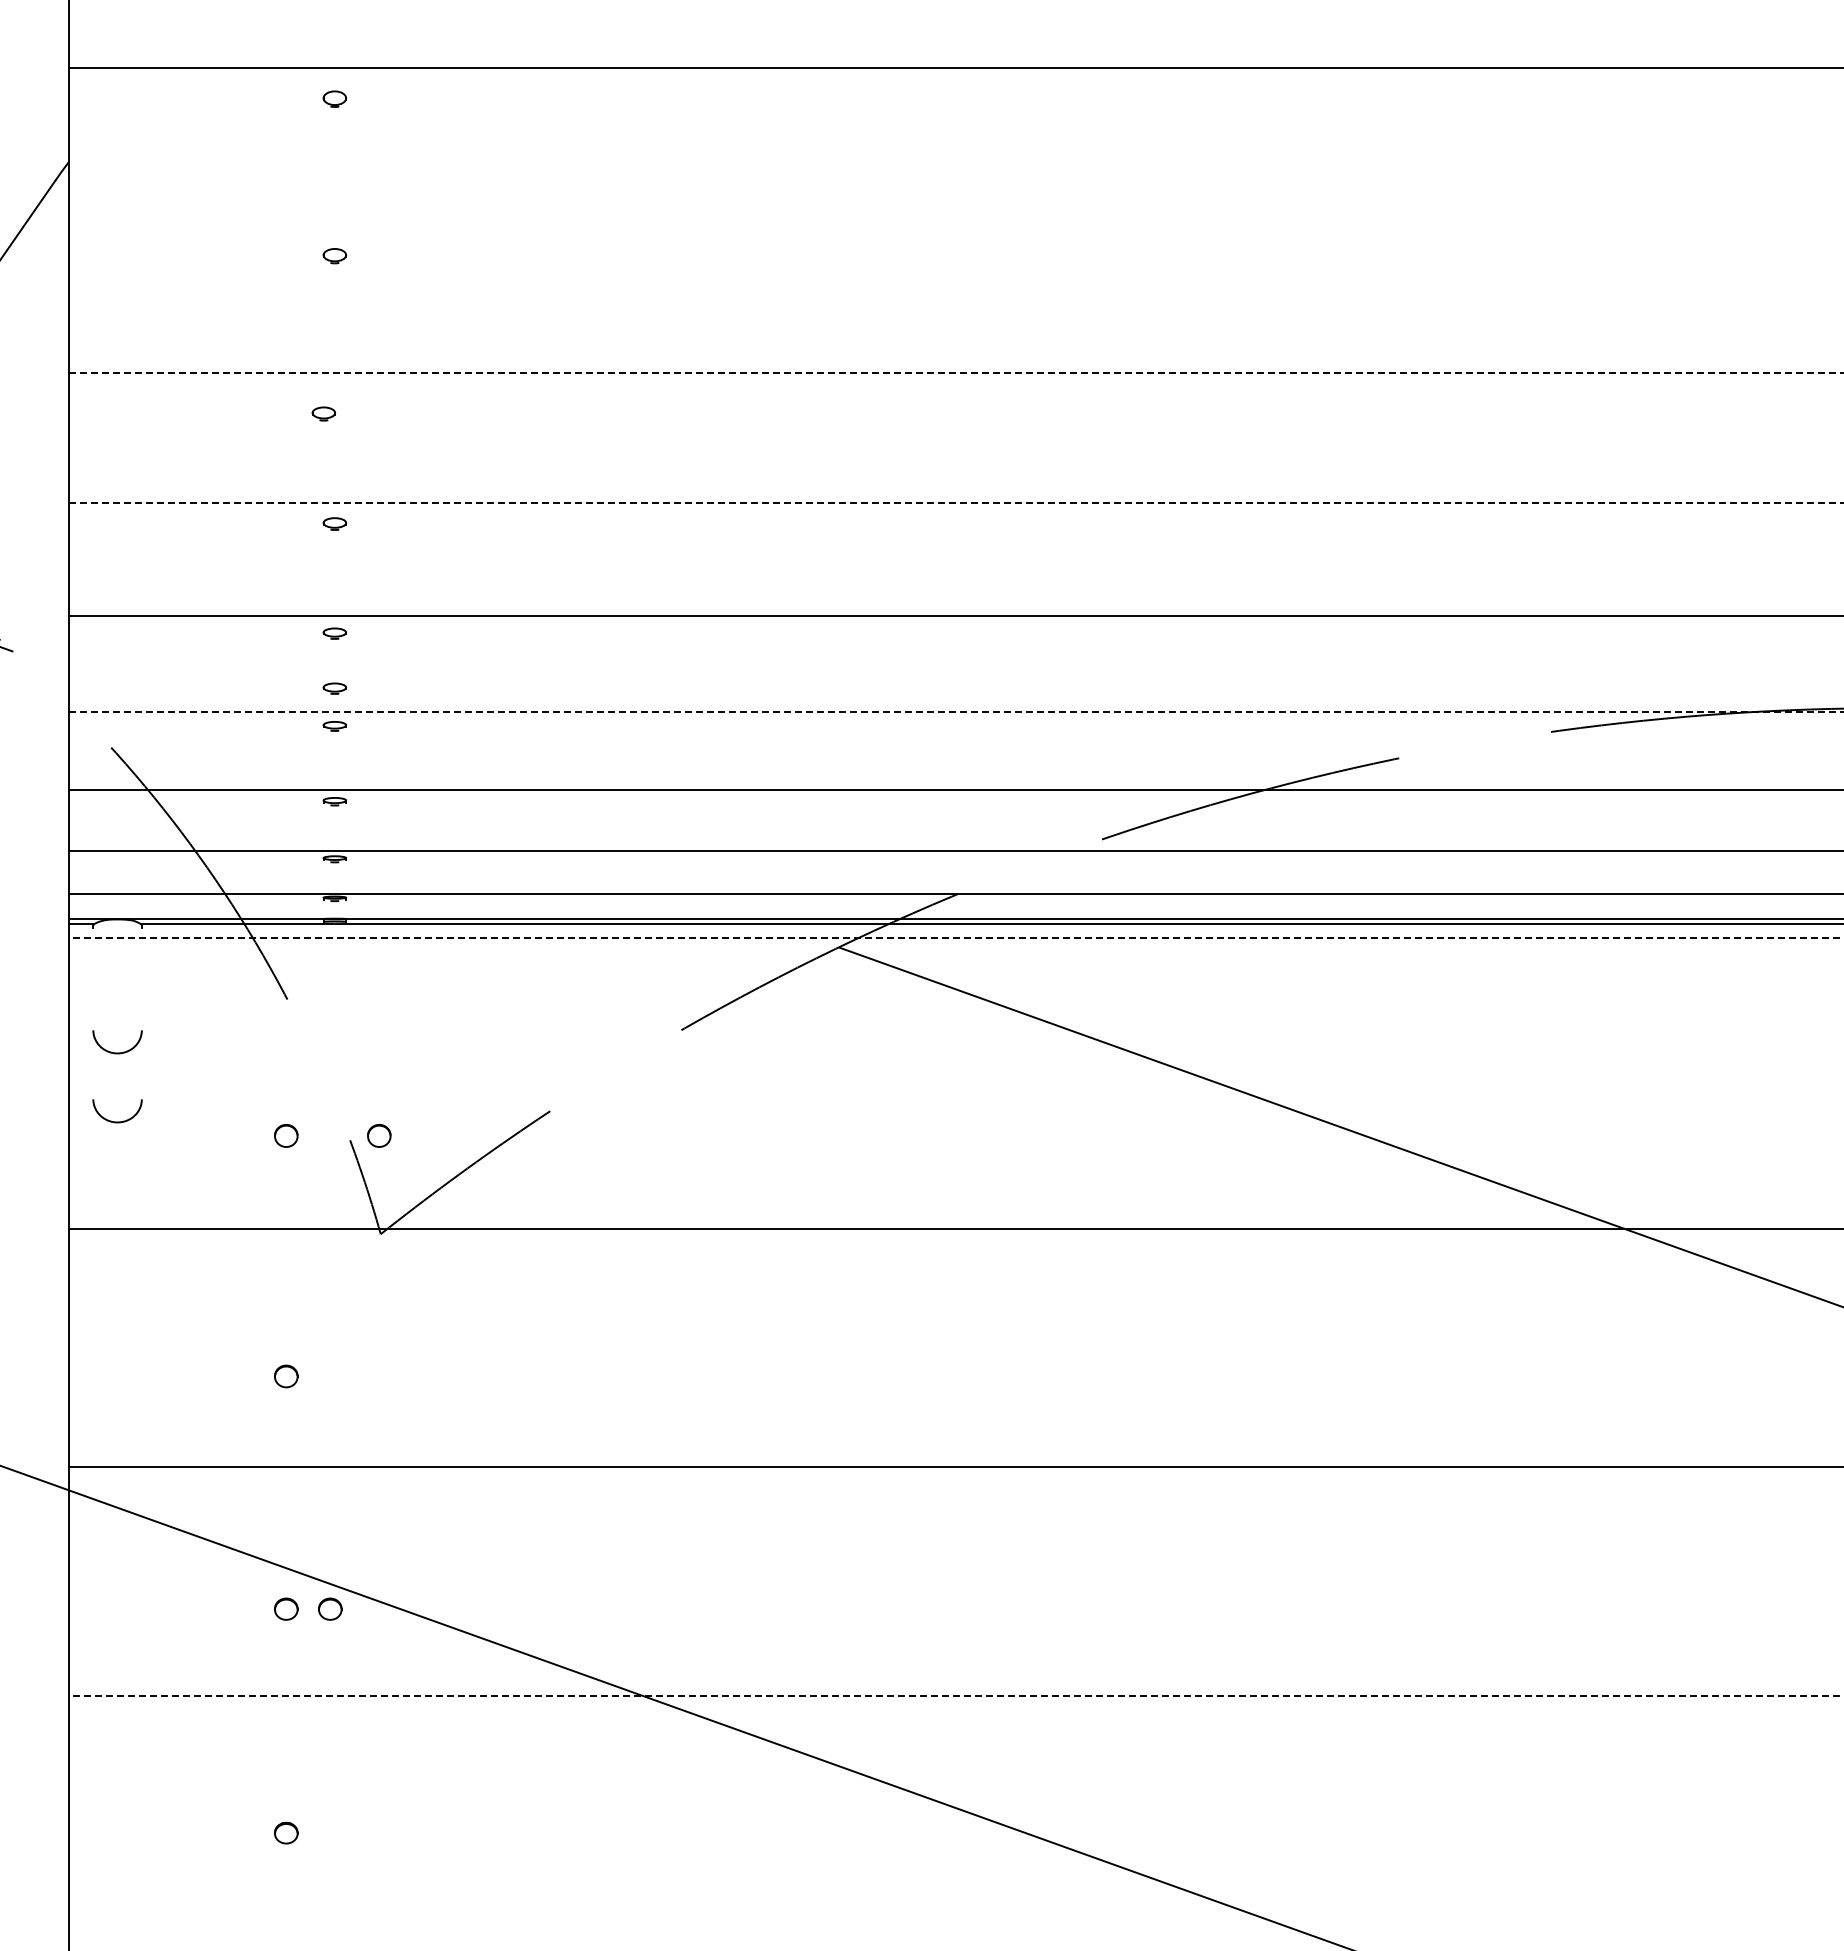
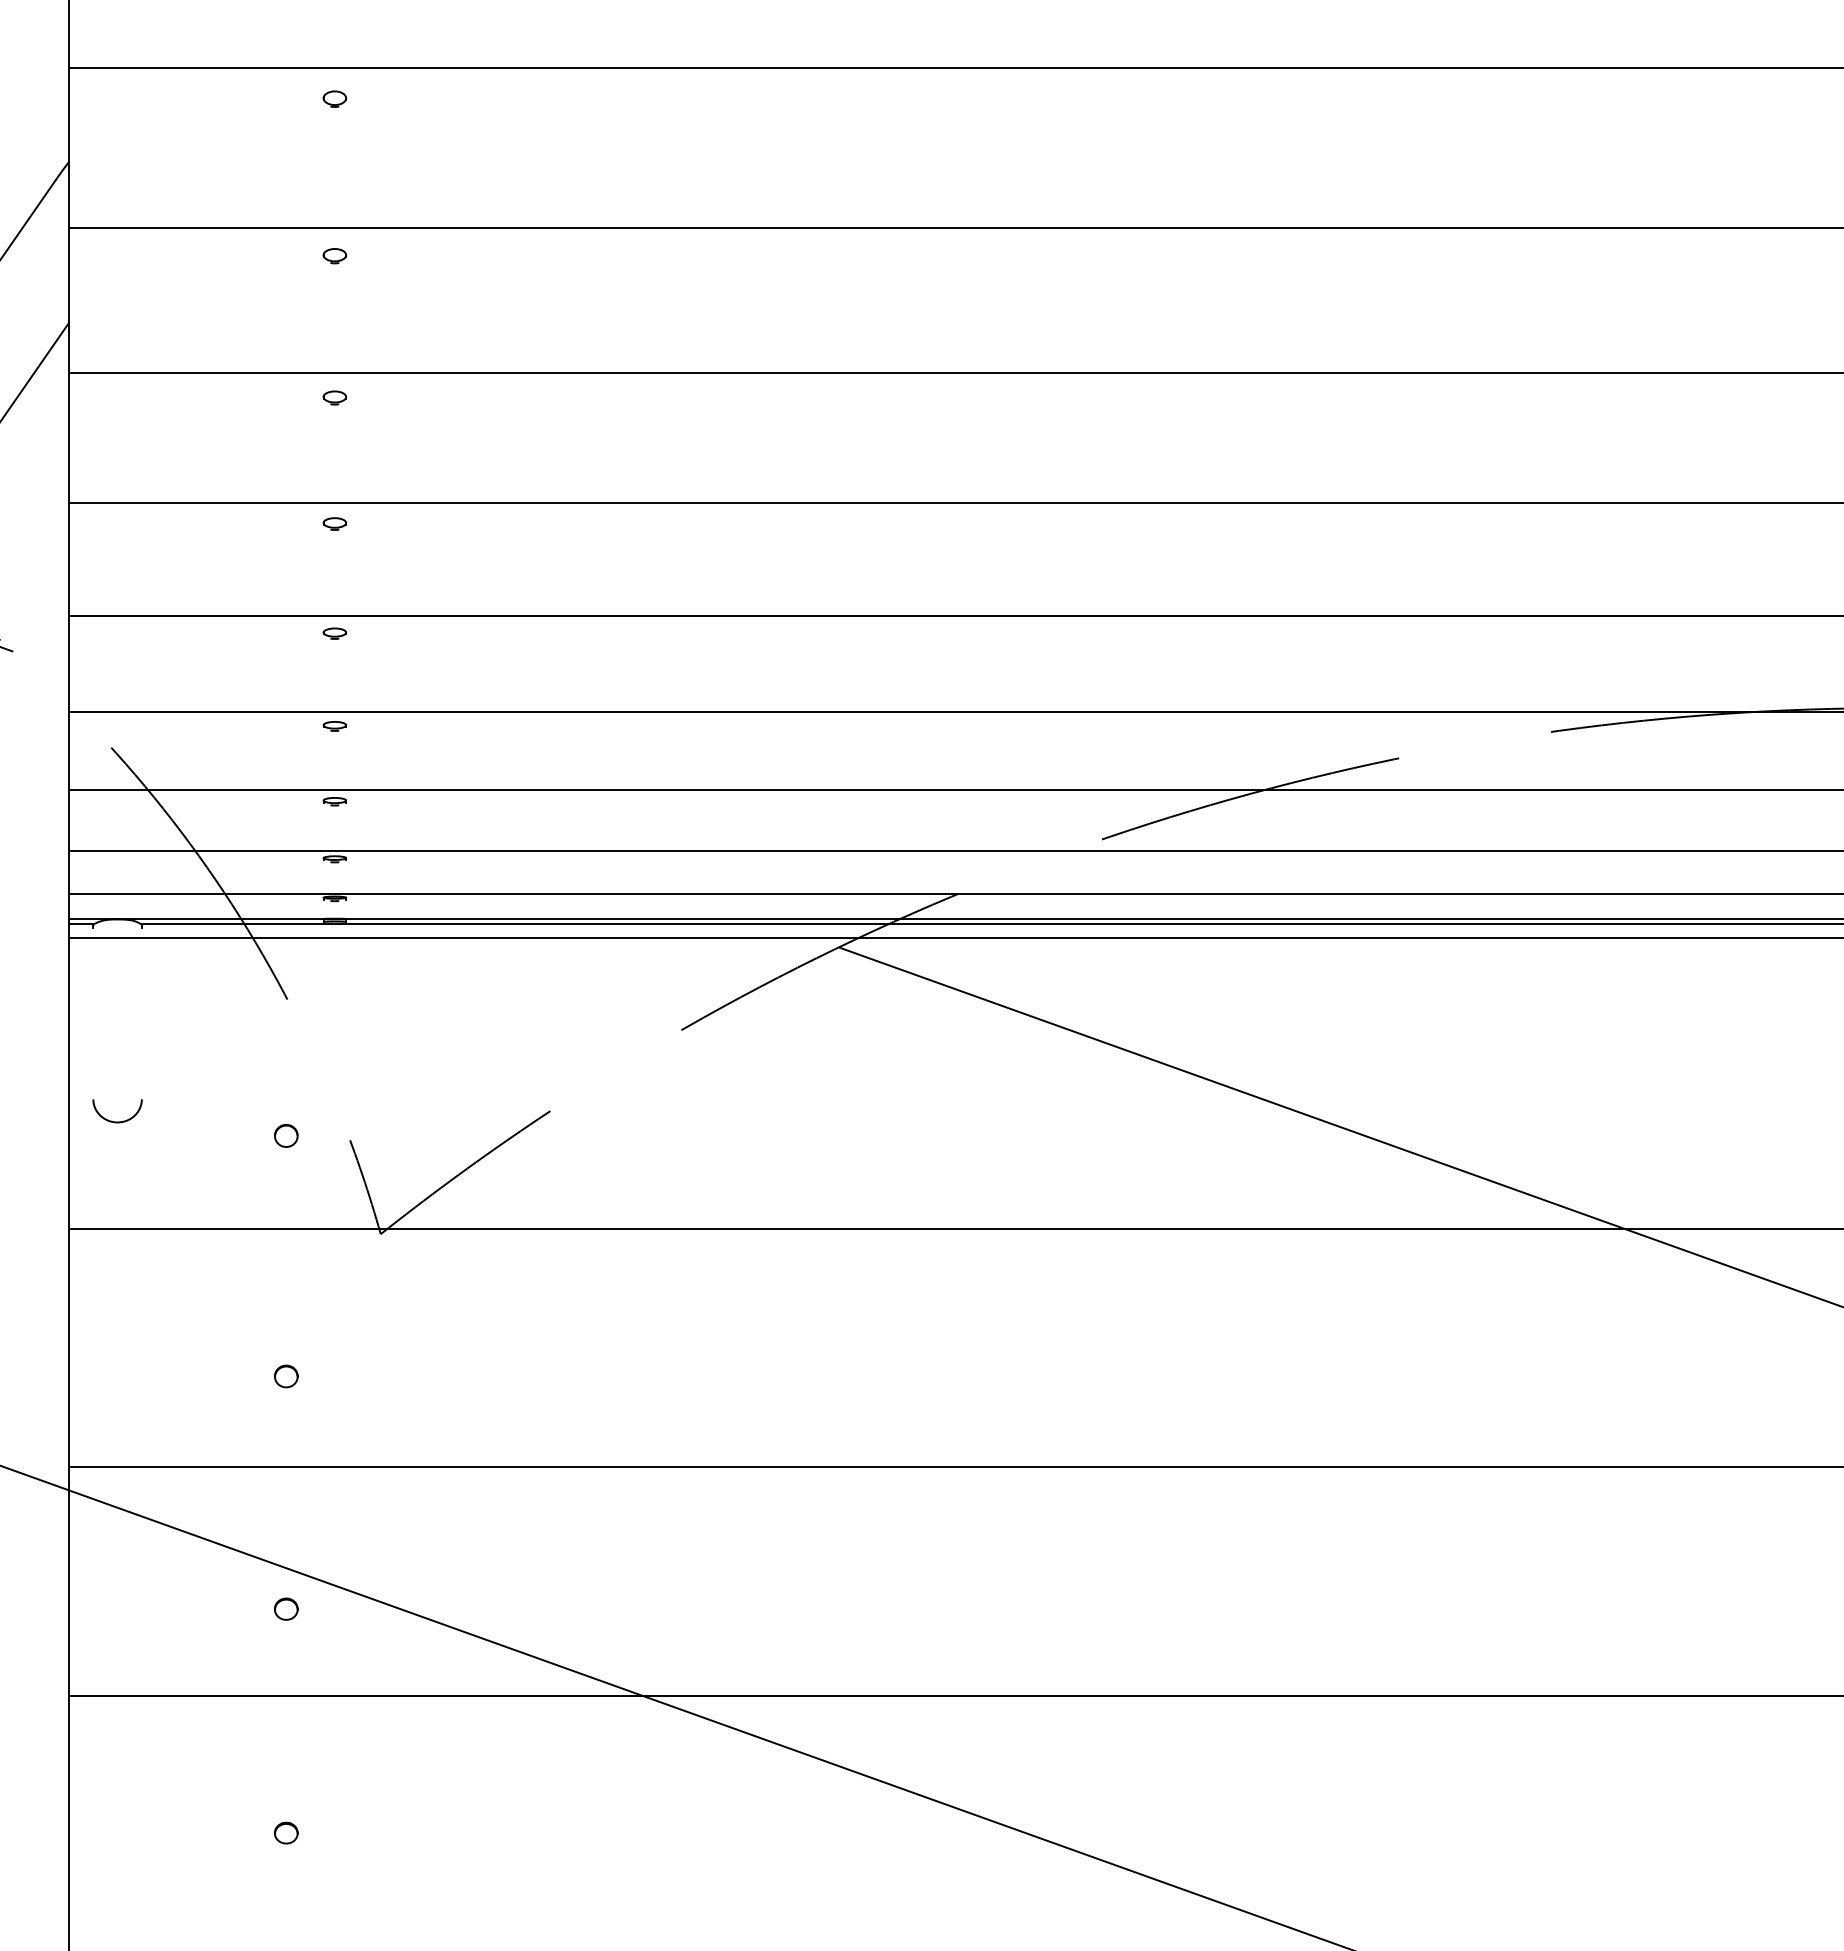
line at (954, 228): none -> present
line at (35, 370): none -> present
line at (956, 373): dashed -> solid
part at (323, 413) position: (323, 413) -> (334, 397)
line at (956, 502): dashed -> solid
part at (334, 688): present -> none
line at (956, 711): dashed -> solid
line at (955, 938): dashed -> solid
part at (117, 1052): present -> none
part at (379, 1135): present -> none
part at (330, 1608): present -> none
line at (955, 1695): dashed -> solid
